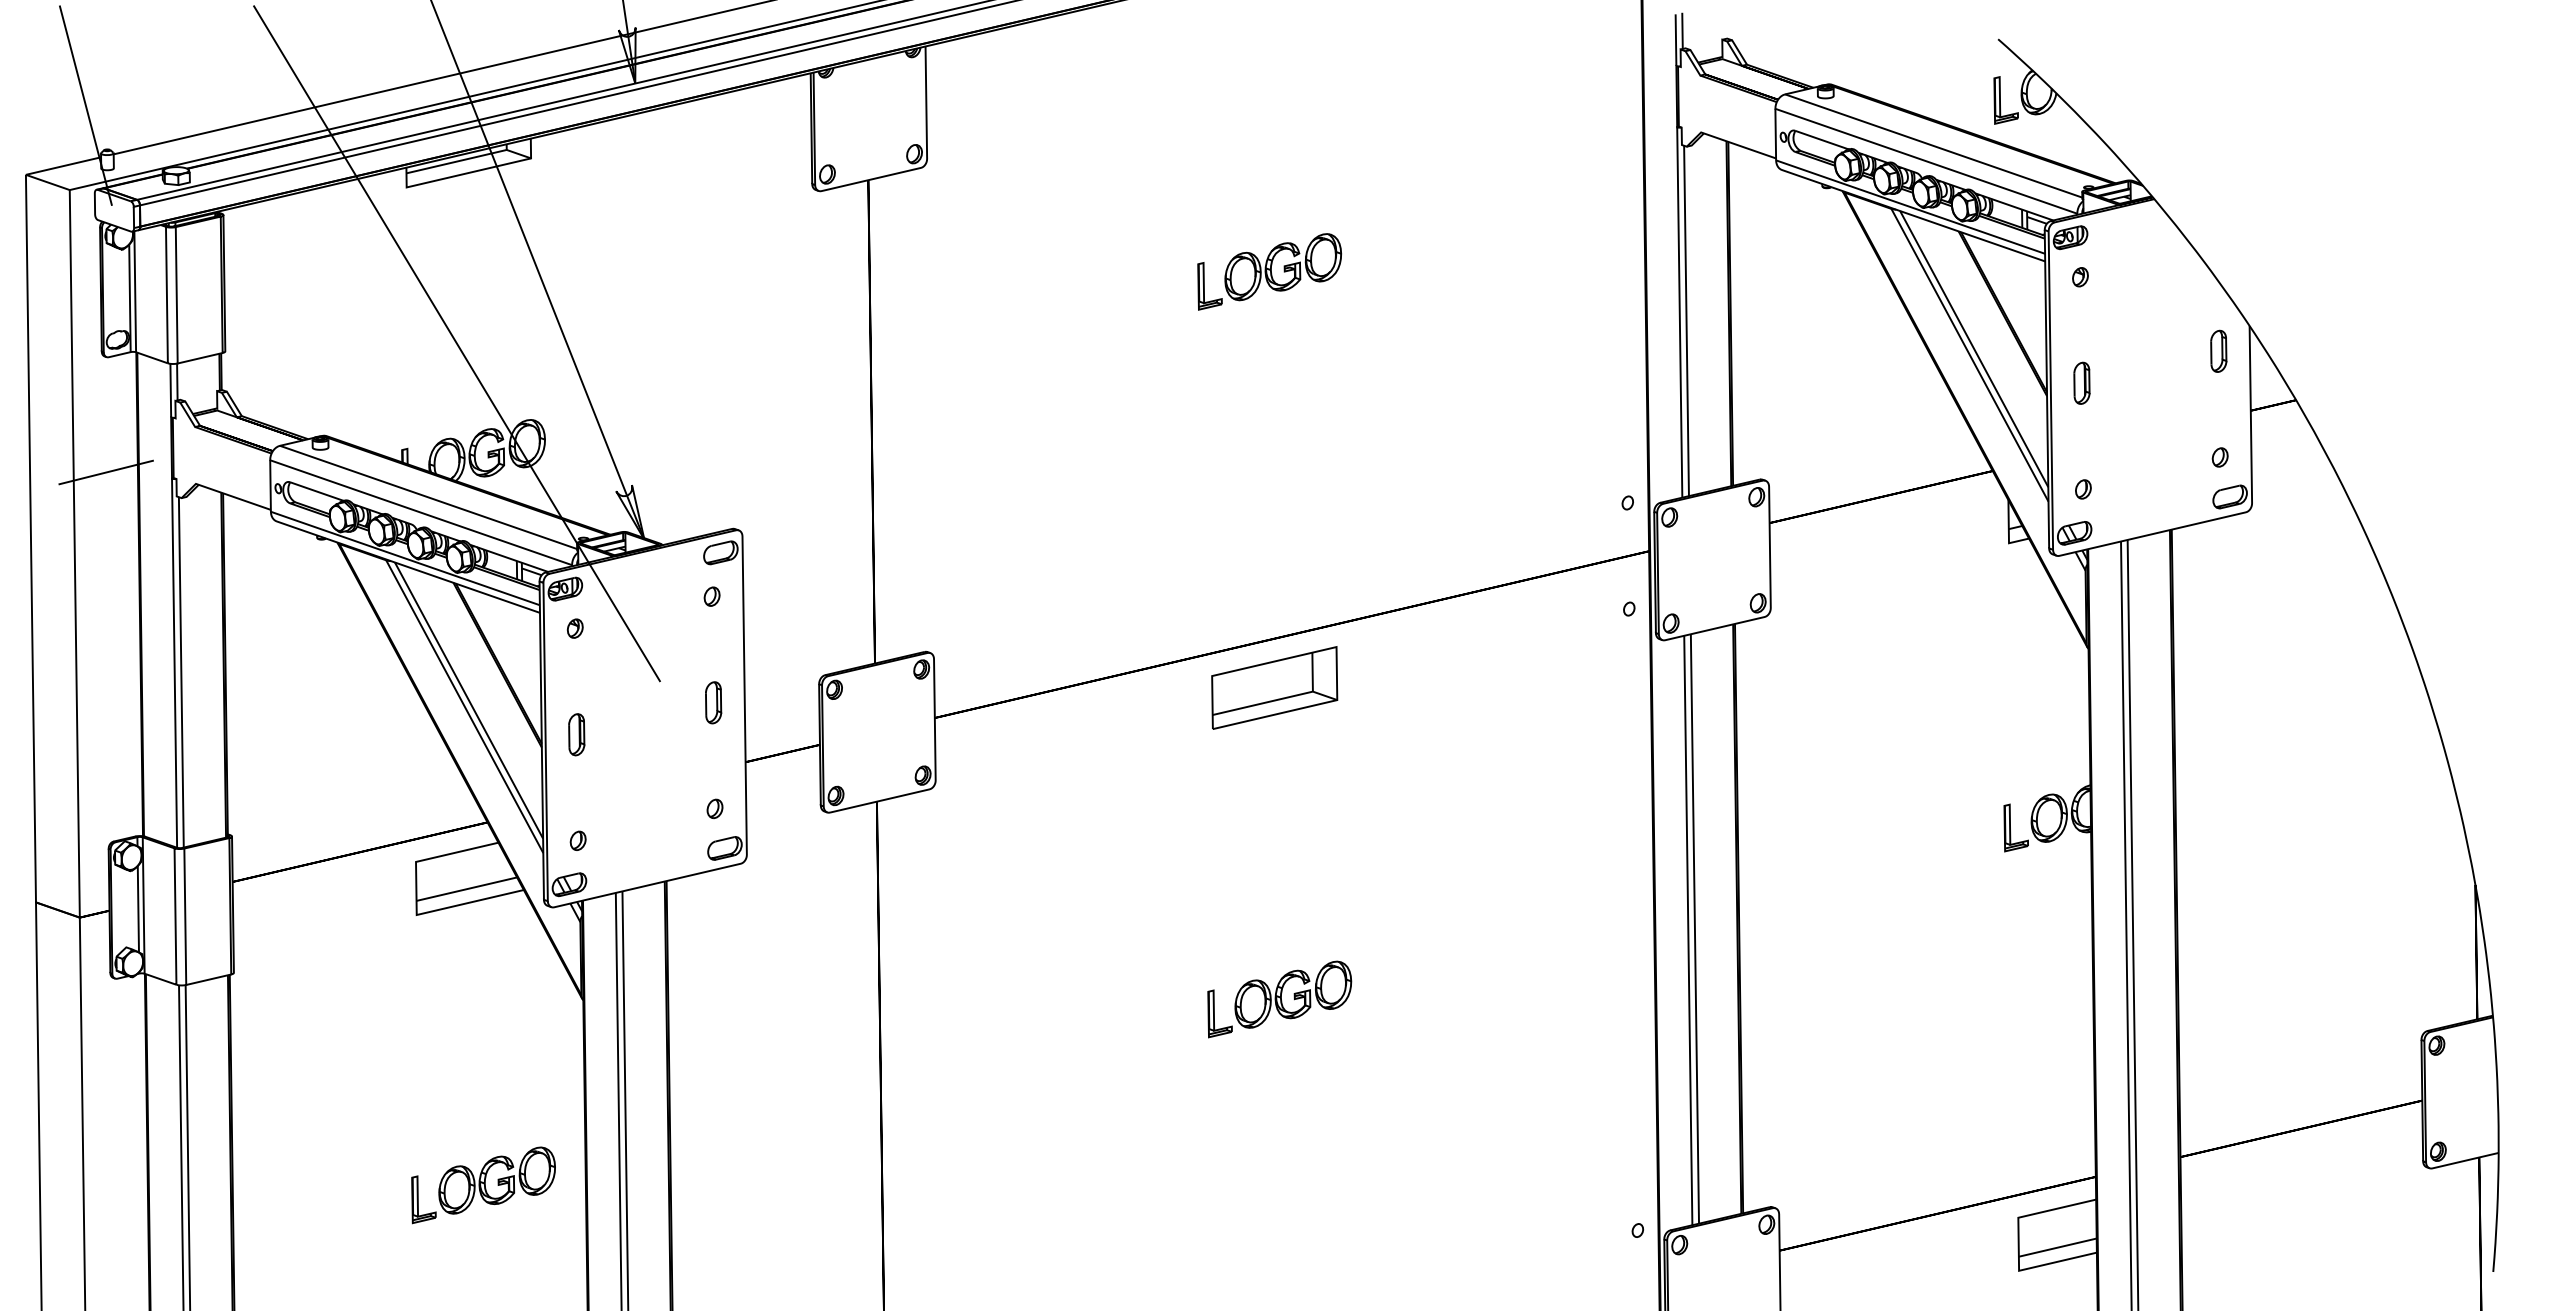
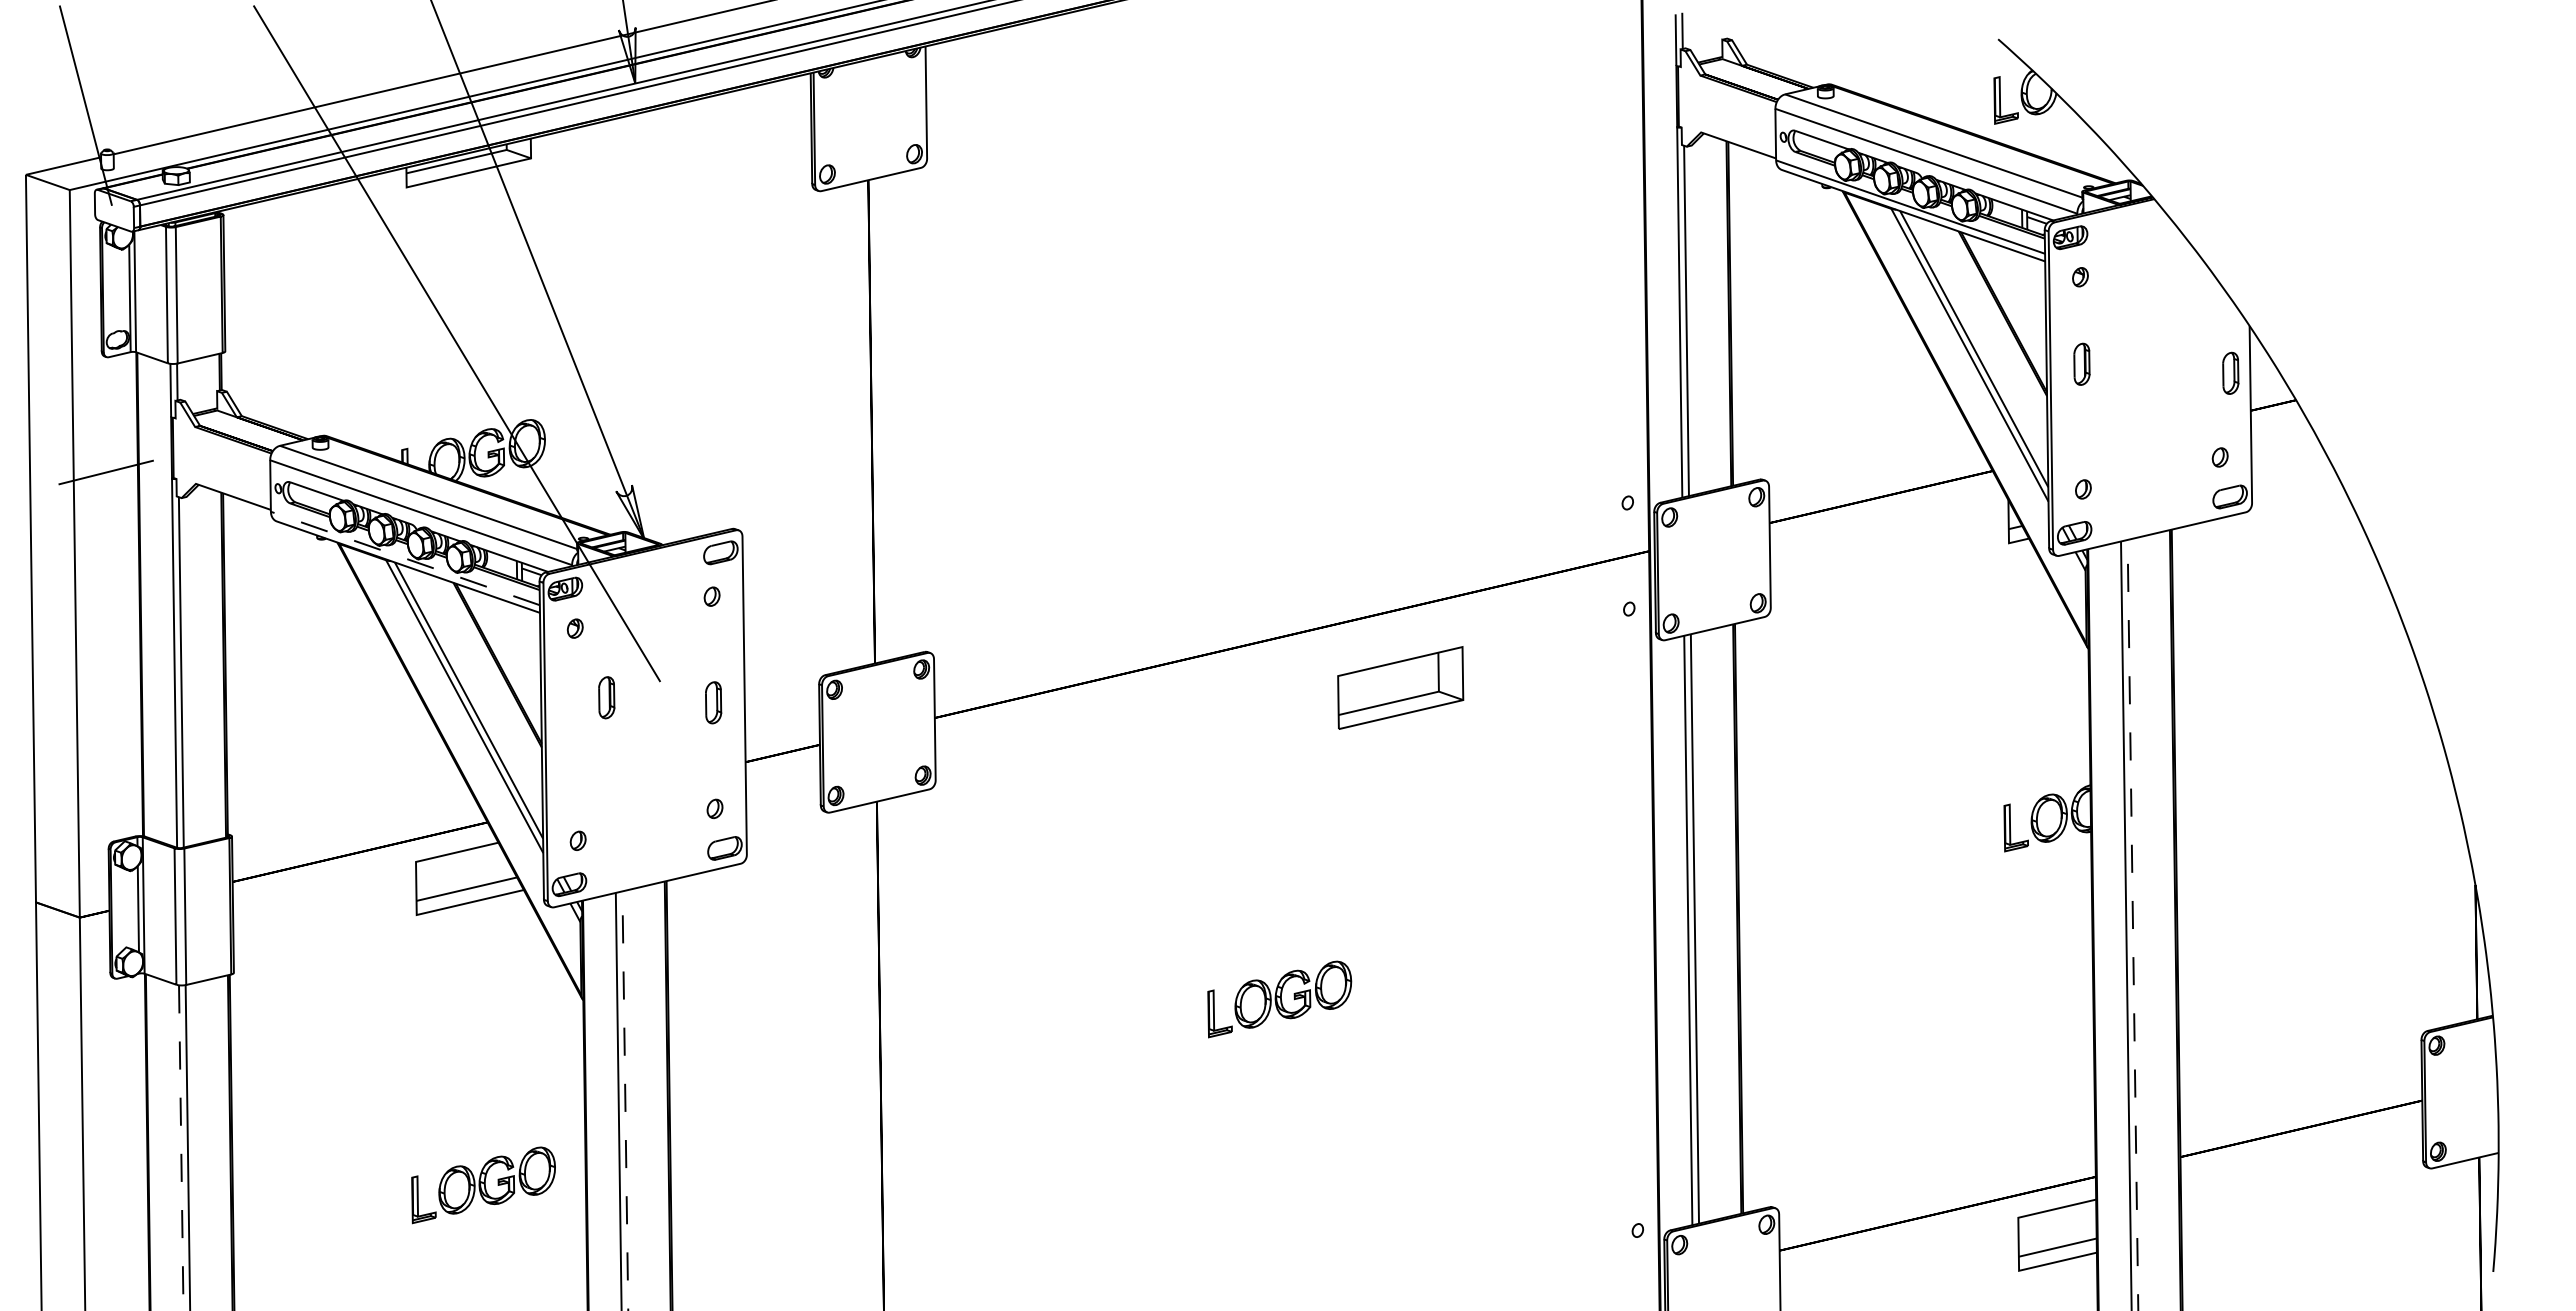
part at (1269, 271): present -> none
part at (2218, 350) position: (2218, 350) -> (2230, 372)
part at (2081, 382) position: (2081, 382) -> (2081, 363)
line at (404, 558): solid -> dashed
part at (1274, 687) position: (1274, 687) -> (1400, 687)
part at (576, 734) position: (576, 734) -> (606, 697)
line at (2132, 924): solid -> dashed
line at (625, 1100): solid -> dashed
line at (181, 1148): solid -> dashed
